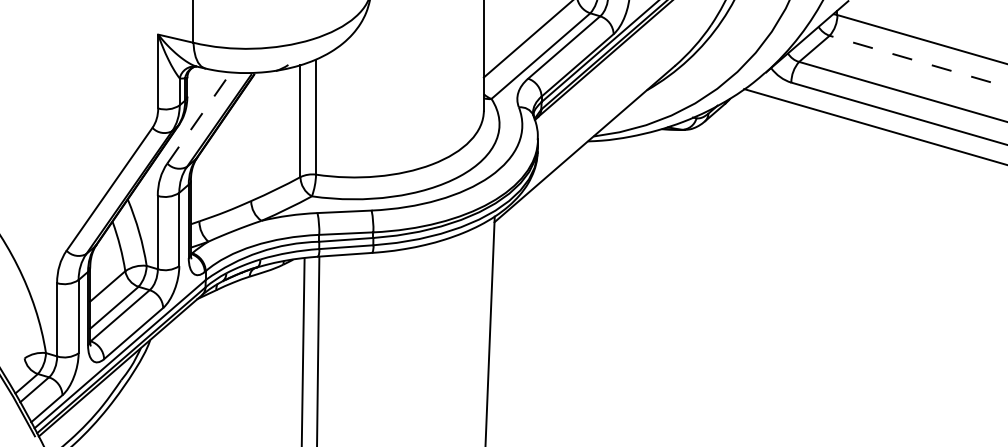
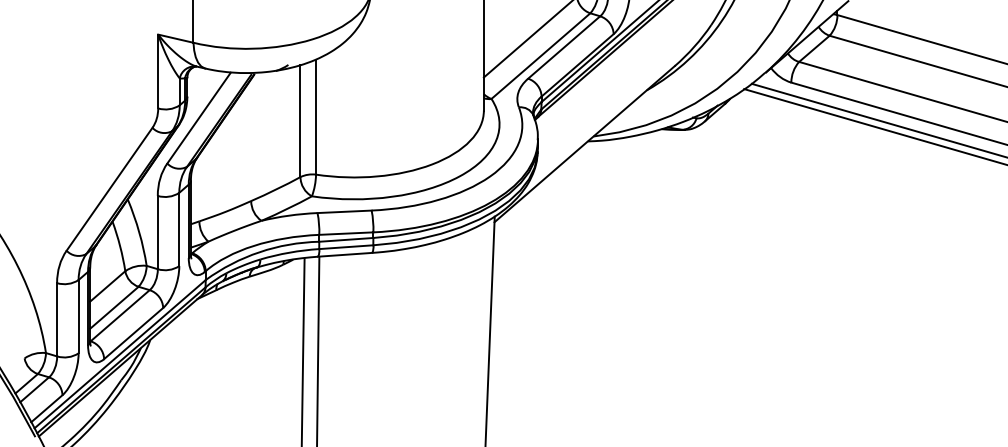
line at (917, 61): dashed -> solid
line at (199, 117): dashed -> solid
line at (877, 119): none -> present
